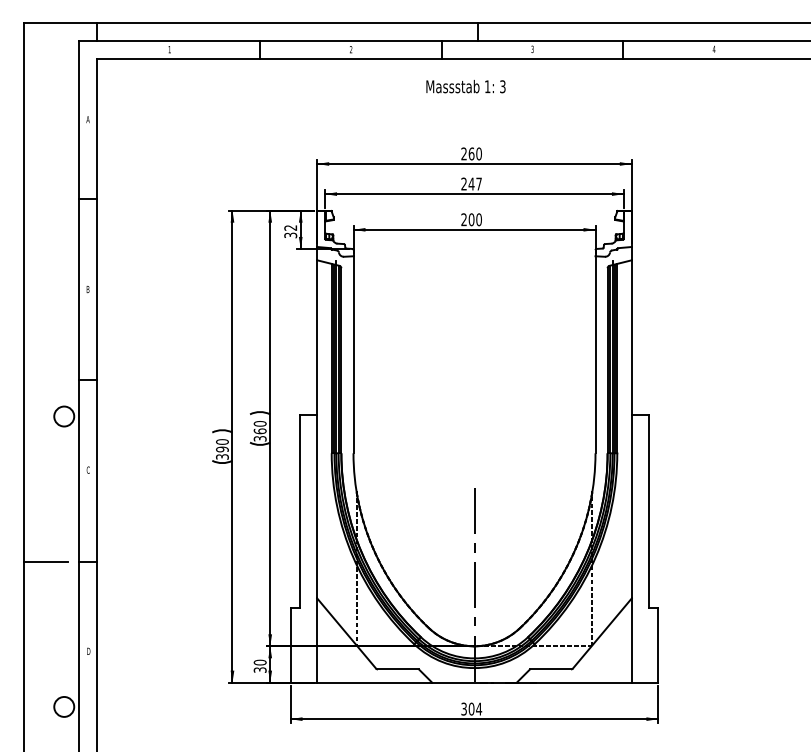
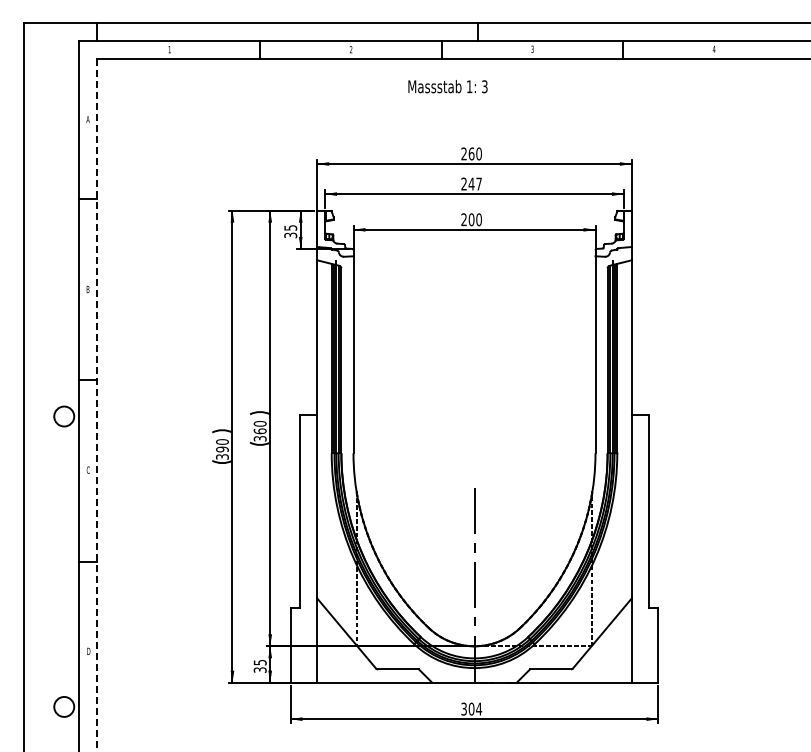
text at (465, 86) position: (465, 86) -> (447, 86)
text at (290, 227): 32 -> 35
line at (96, 405): solid -> dashed
line at (45, 561): present -> none
text at (259, 662): 30 -> 35
